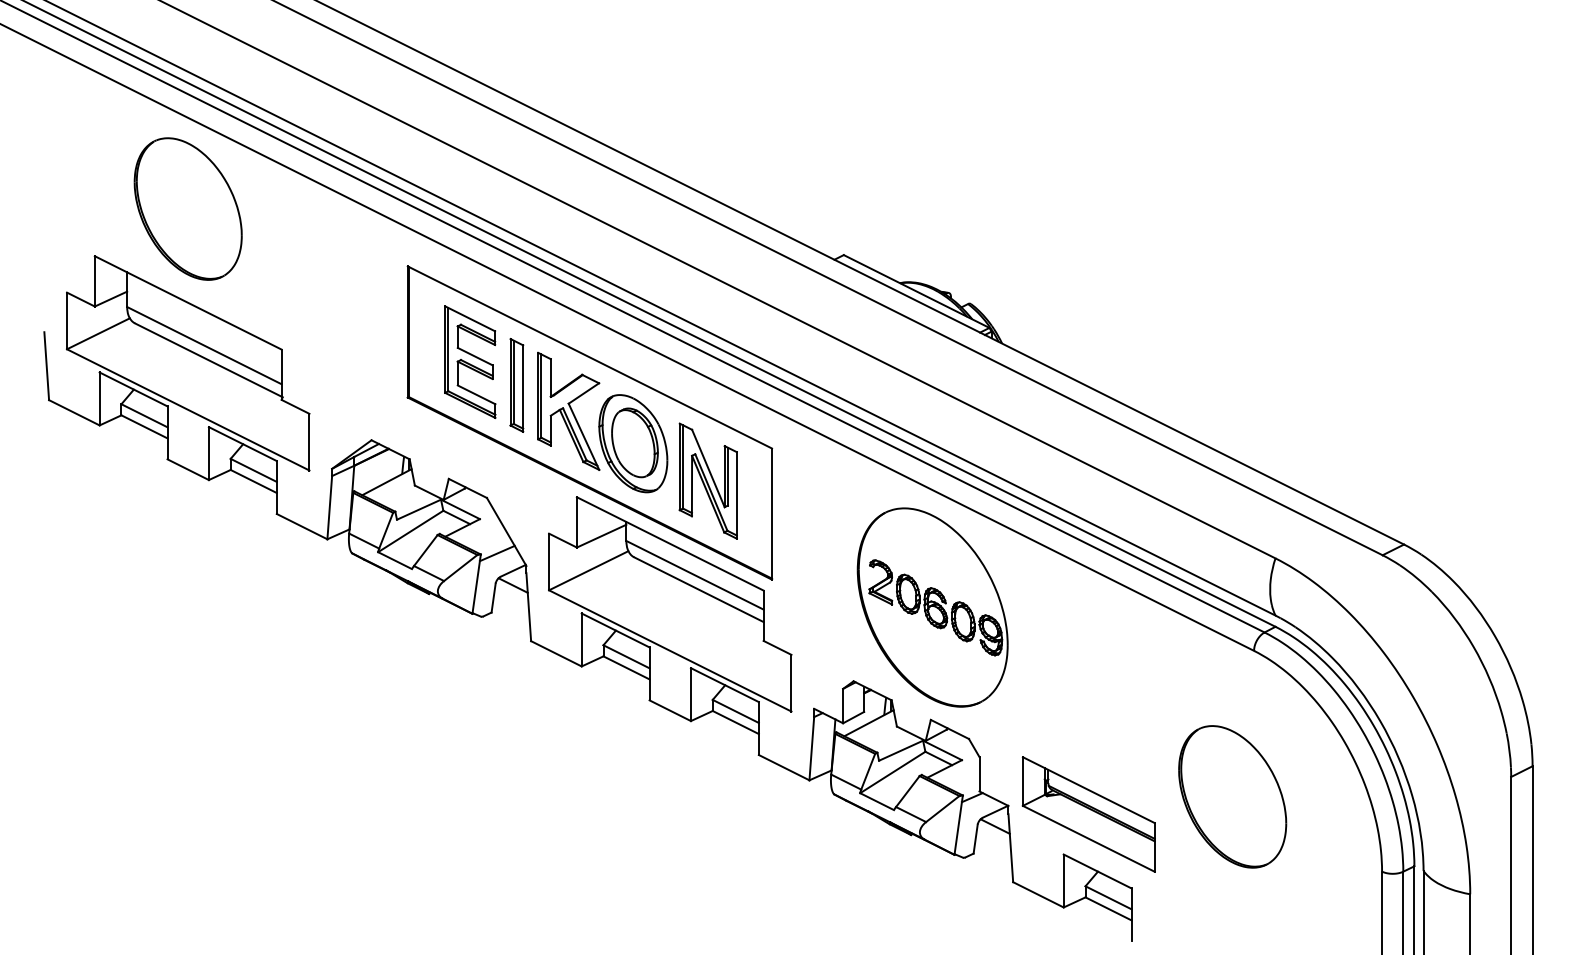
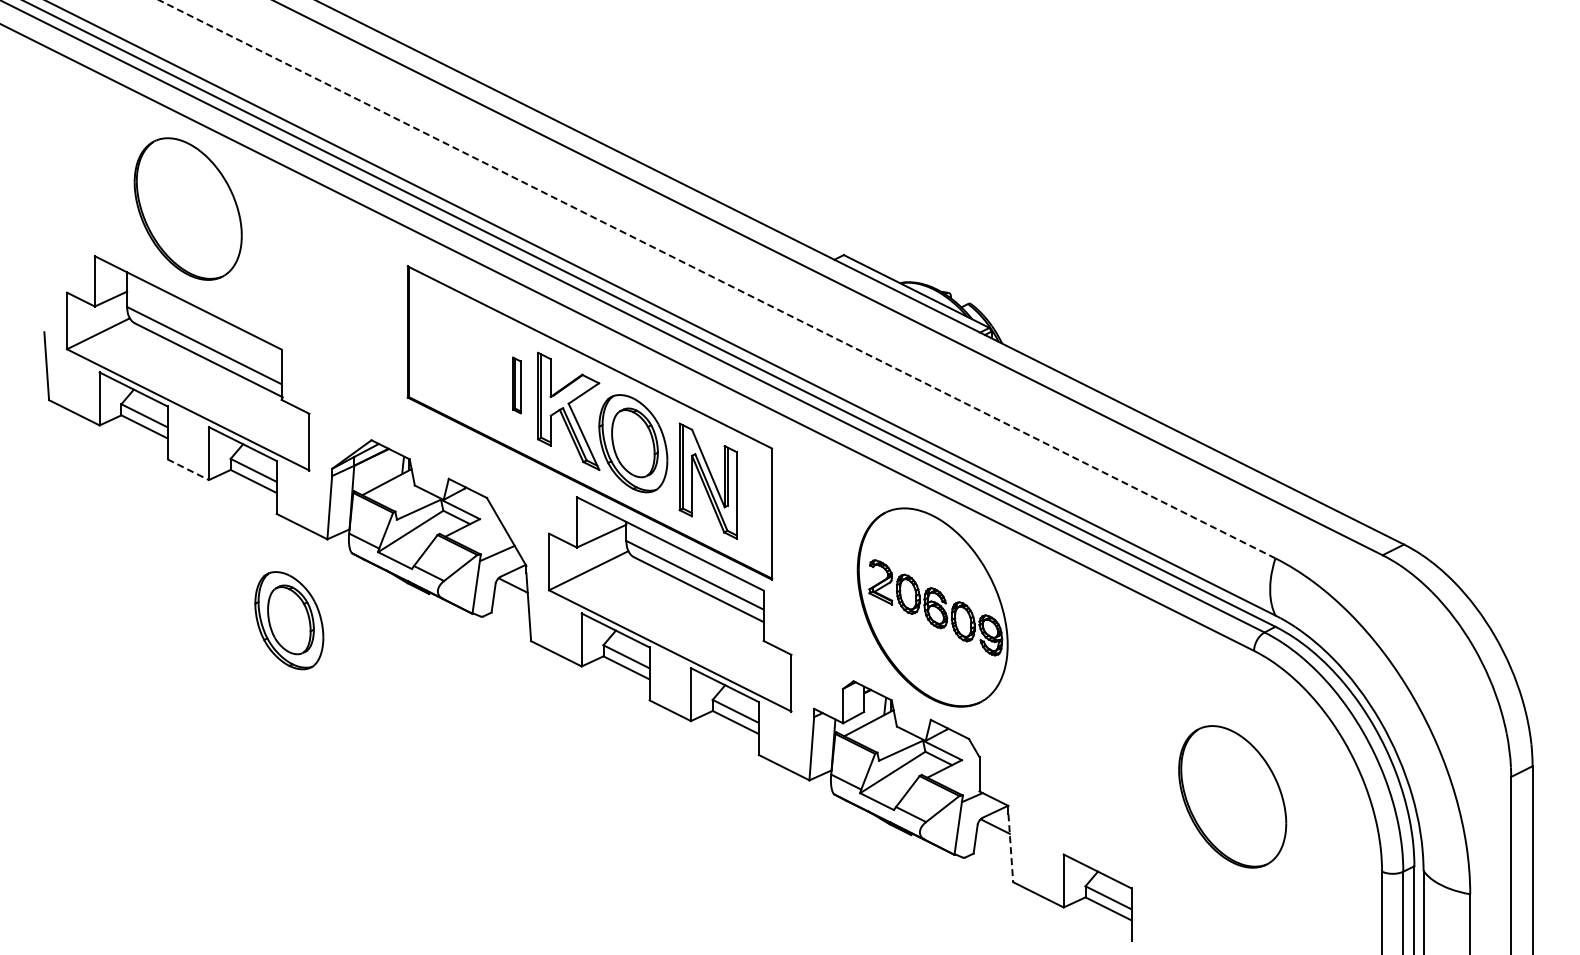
line at (717, 279): solid -> dashed
part at (470, 361): present -> none
part at (516, 385) size: 16x95 px -> 10x59 px
line at (188, 469): solid -> dashed
part at (289, 620): none -> present
part at (1088, 814): present -> none
line at (1010, 848): solid -> dashed
